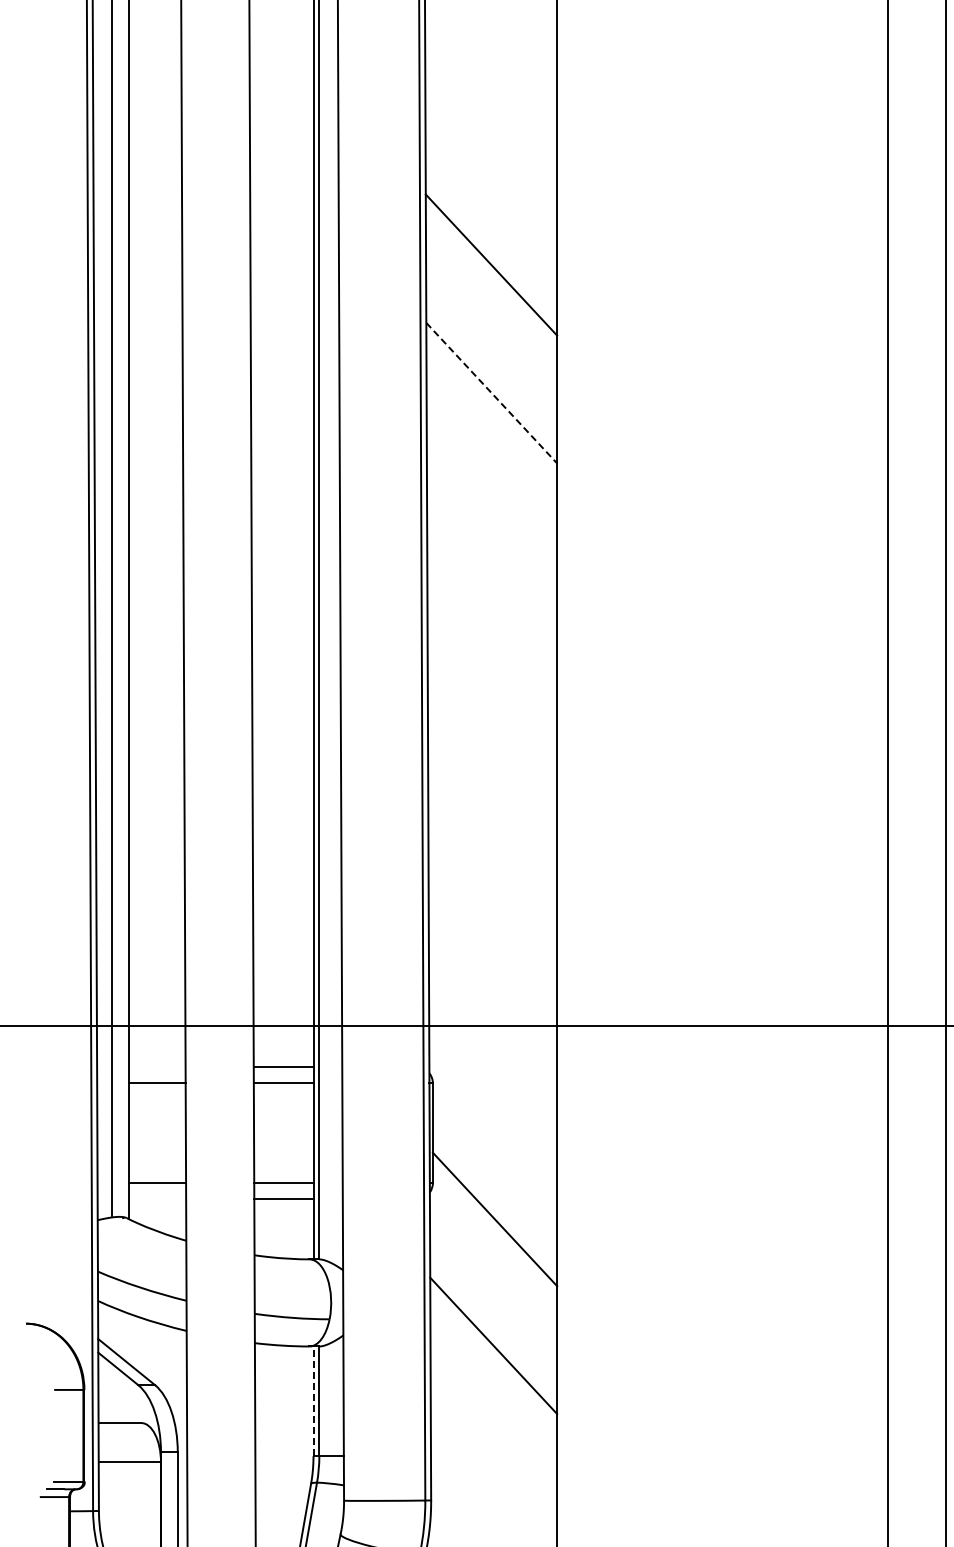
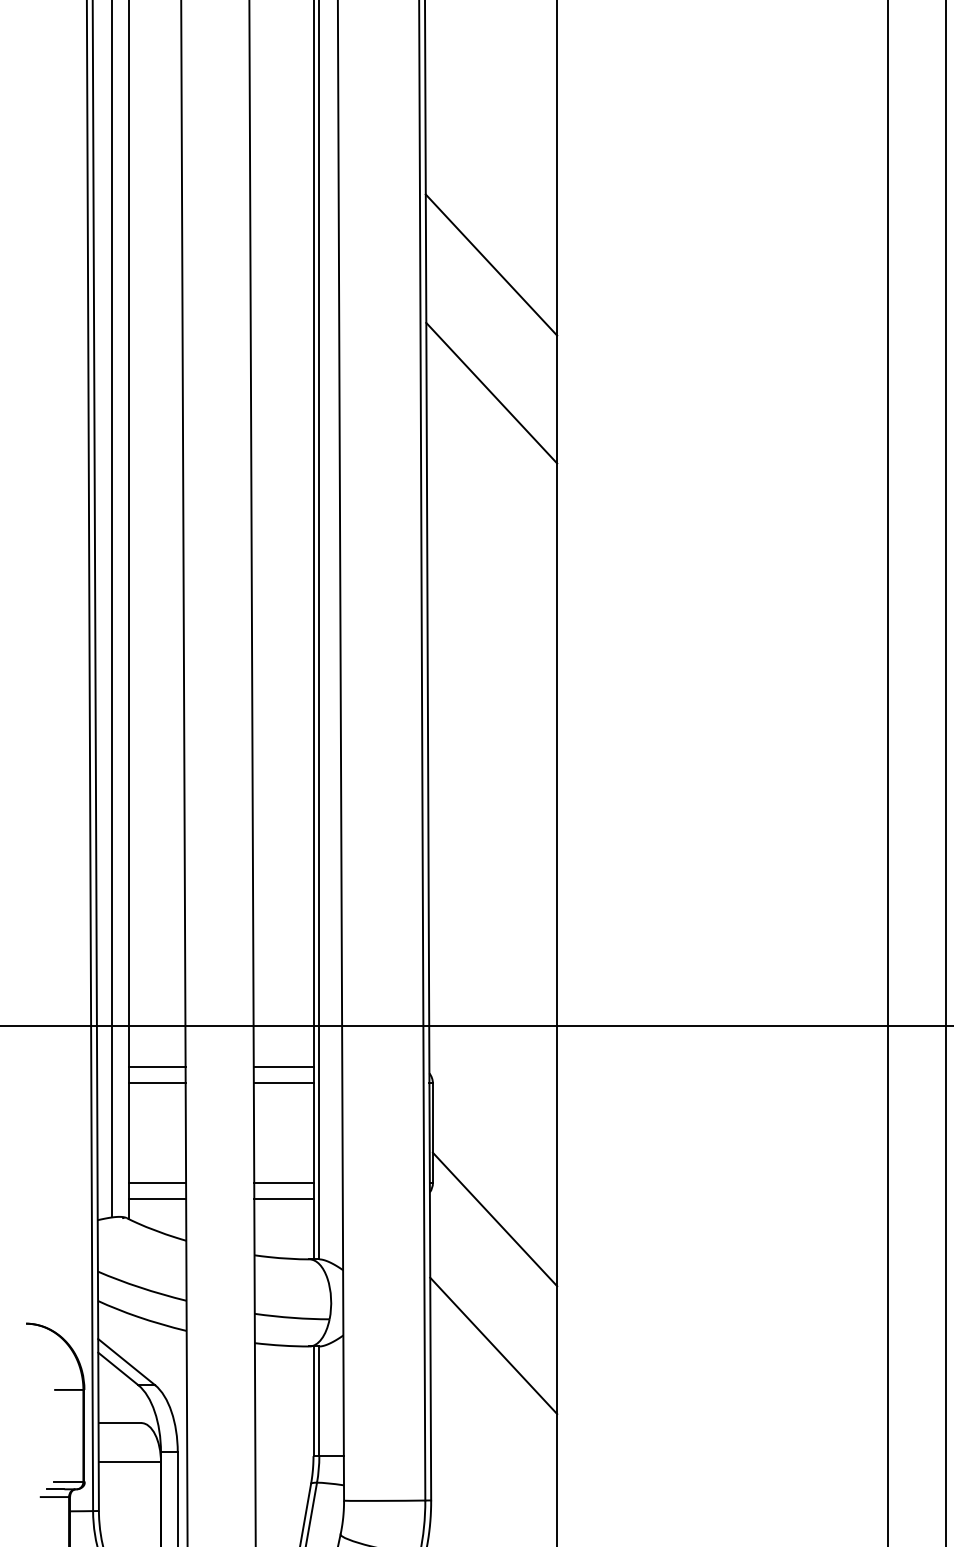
line at (492, 393): dashed -> solid
line at (156, 1067): none -> present
line at (157, 1199): none -> present
line at (313, 1401): dashed -> solid
